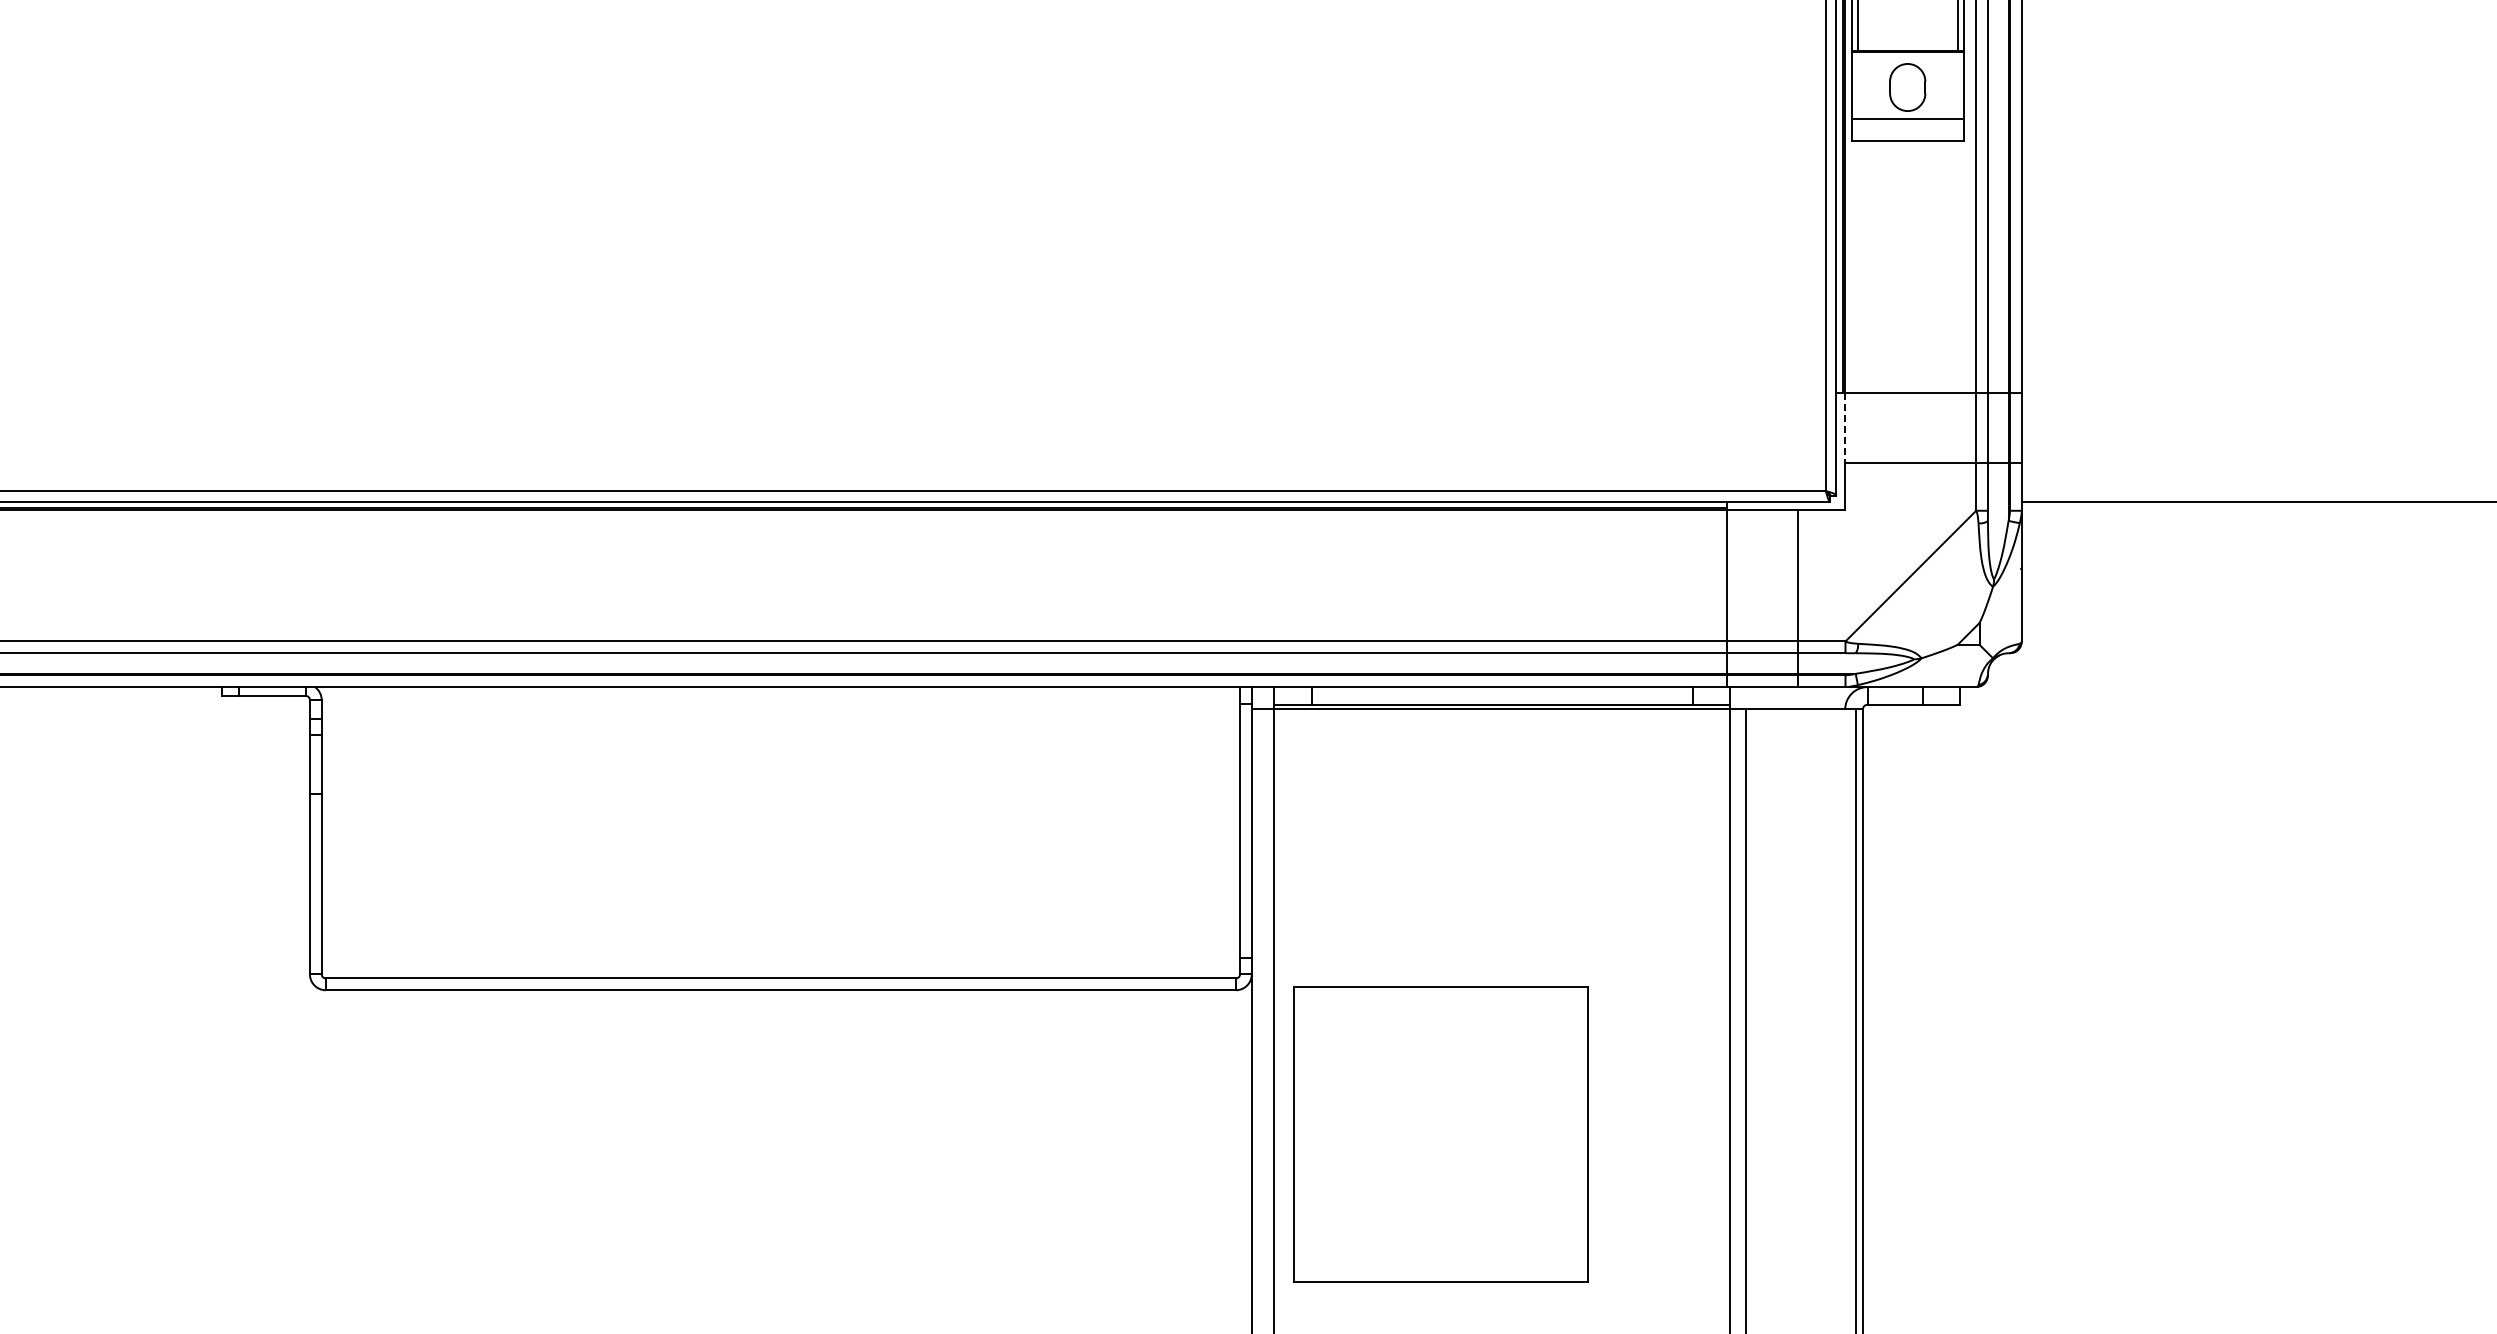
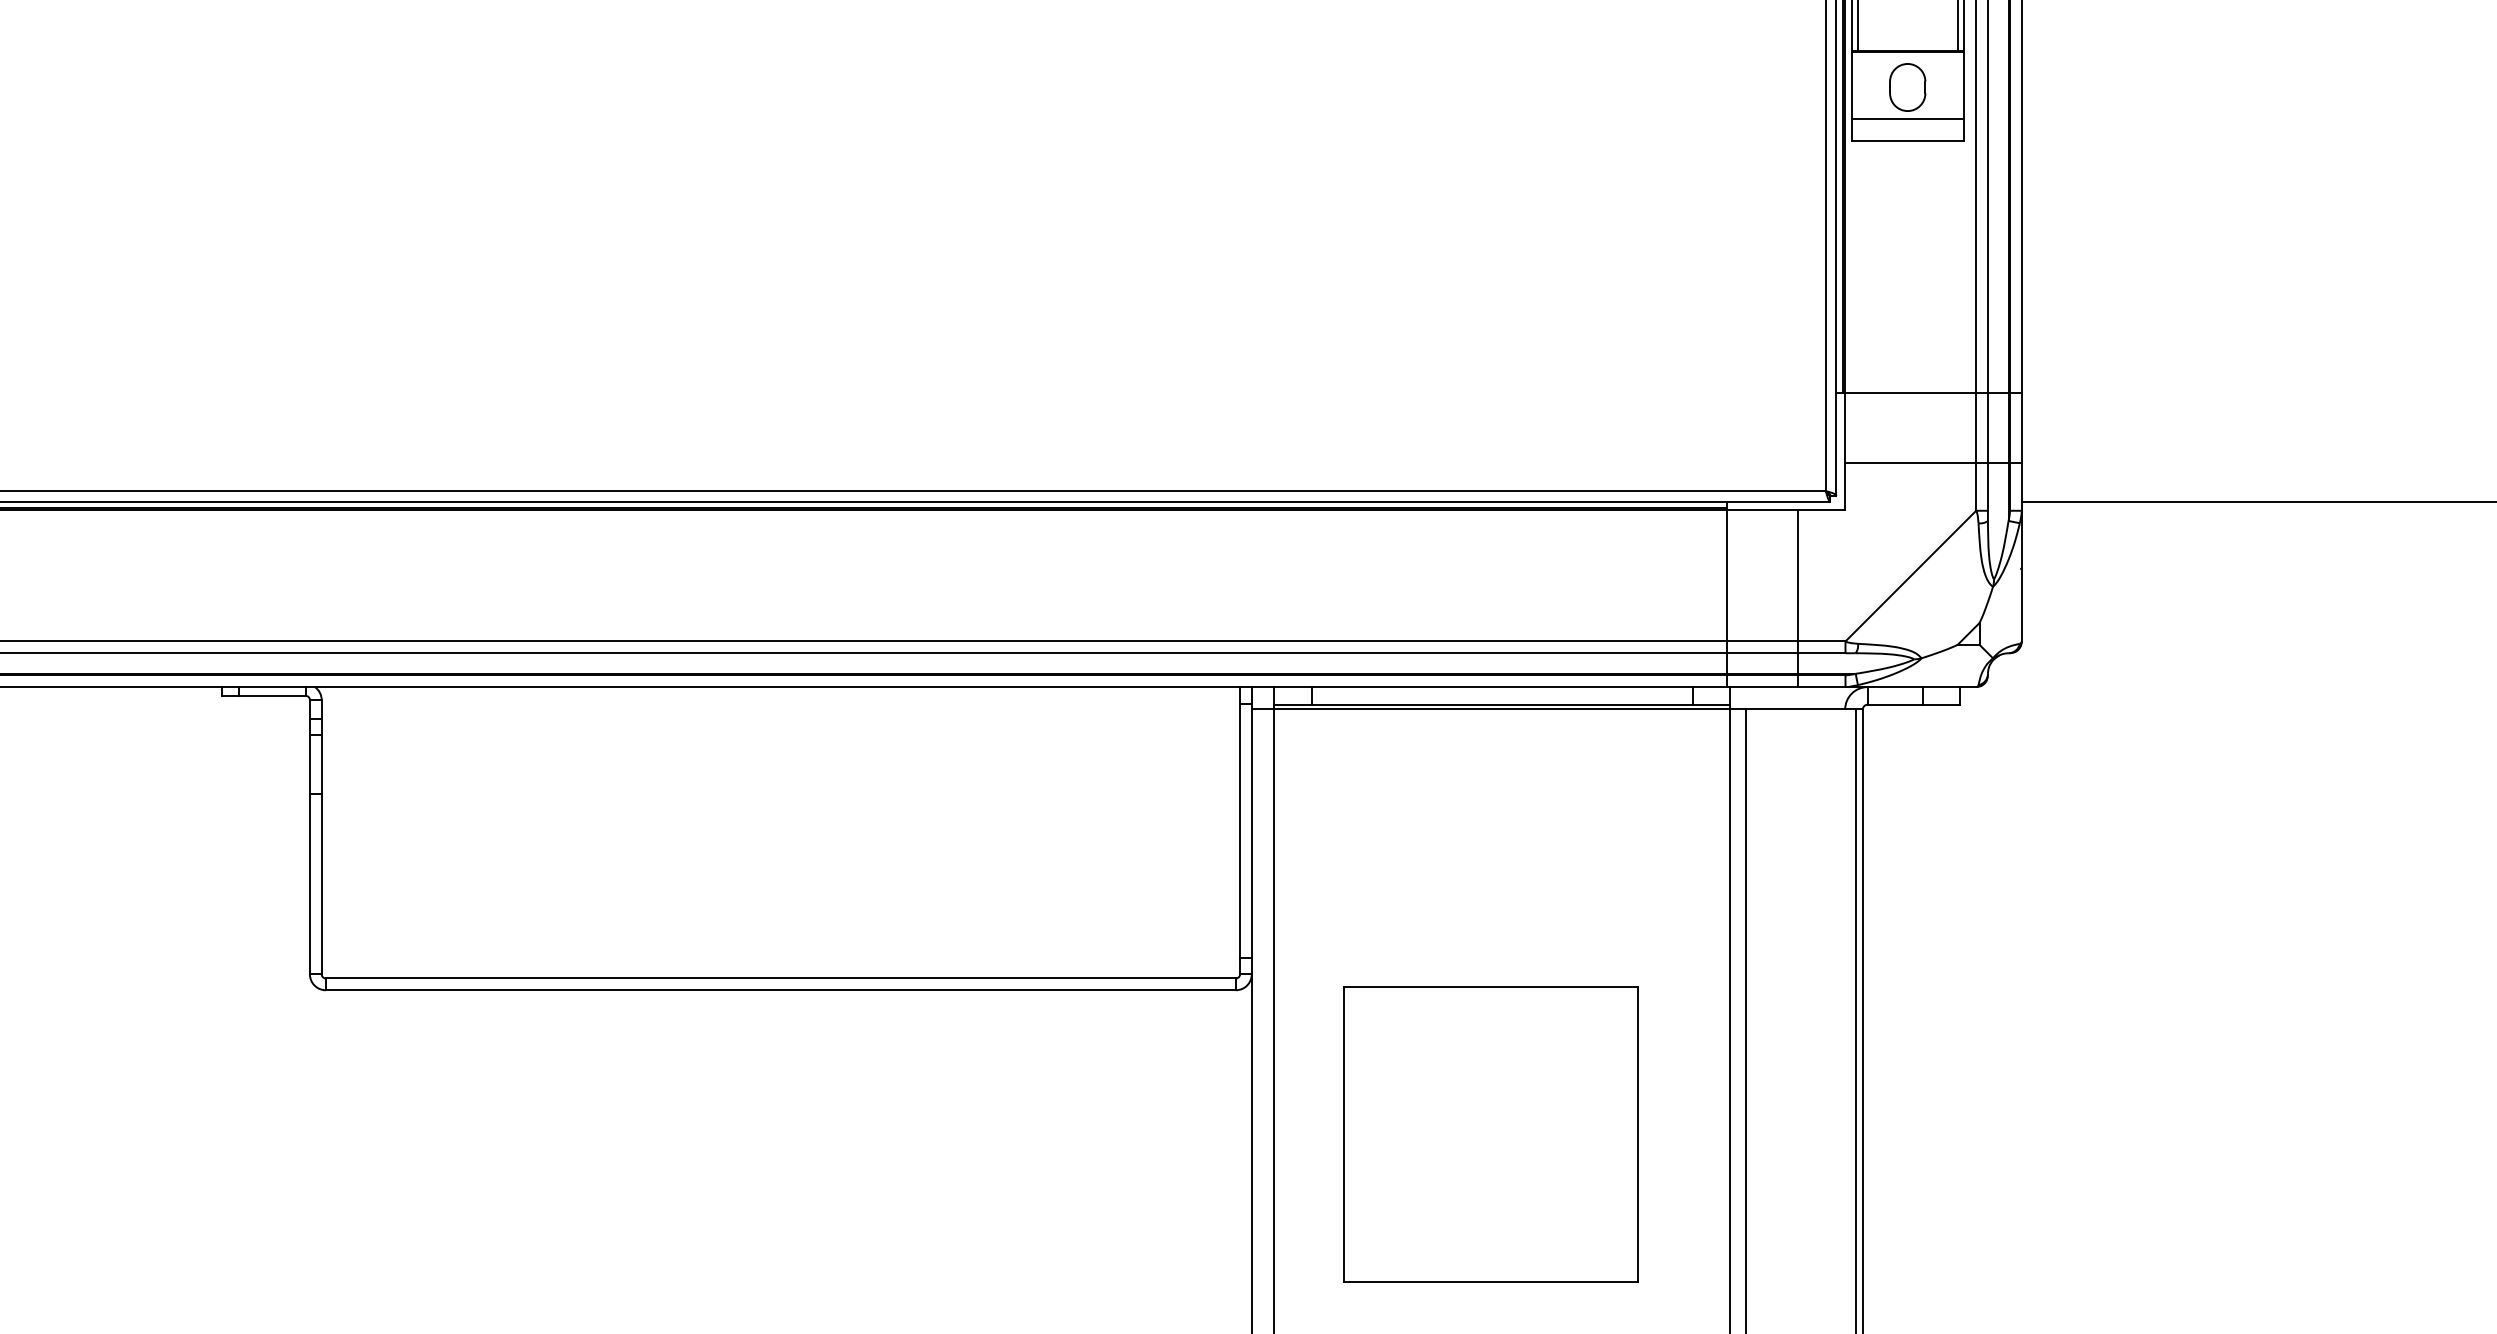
line at (1845, 428): dashed -> solid
part at (1440, 1134) position: (1440, 1134) -> (1490, 1134)
